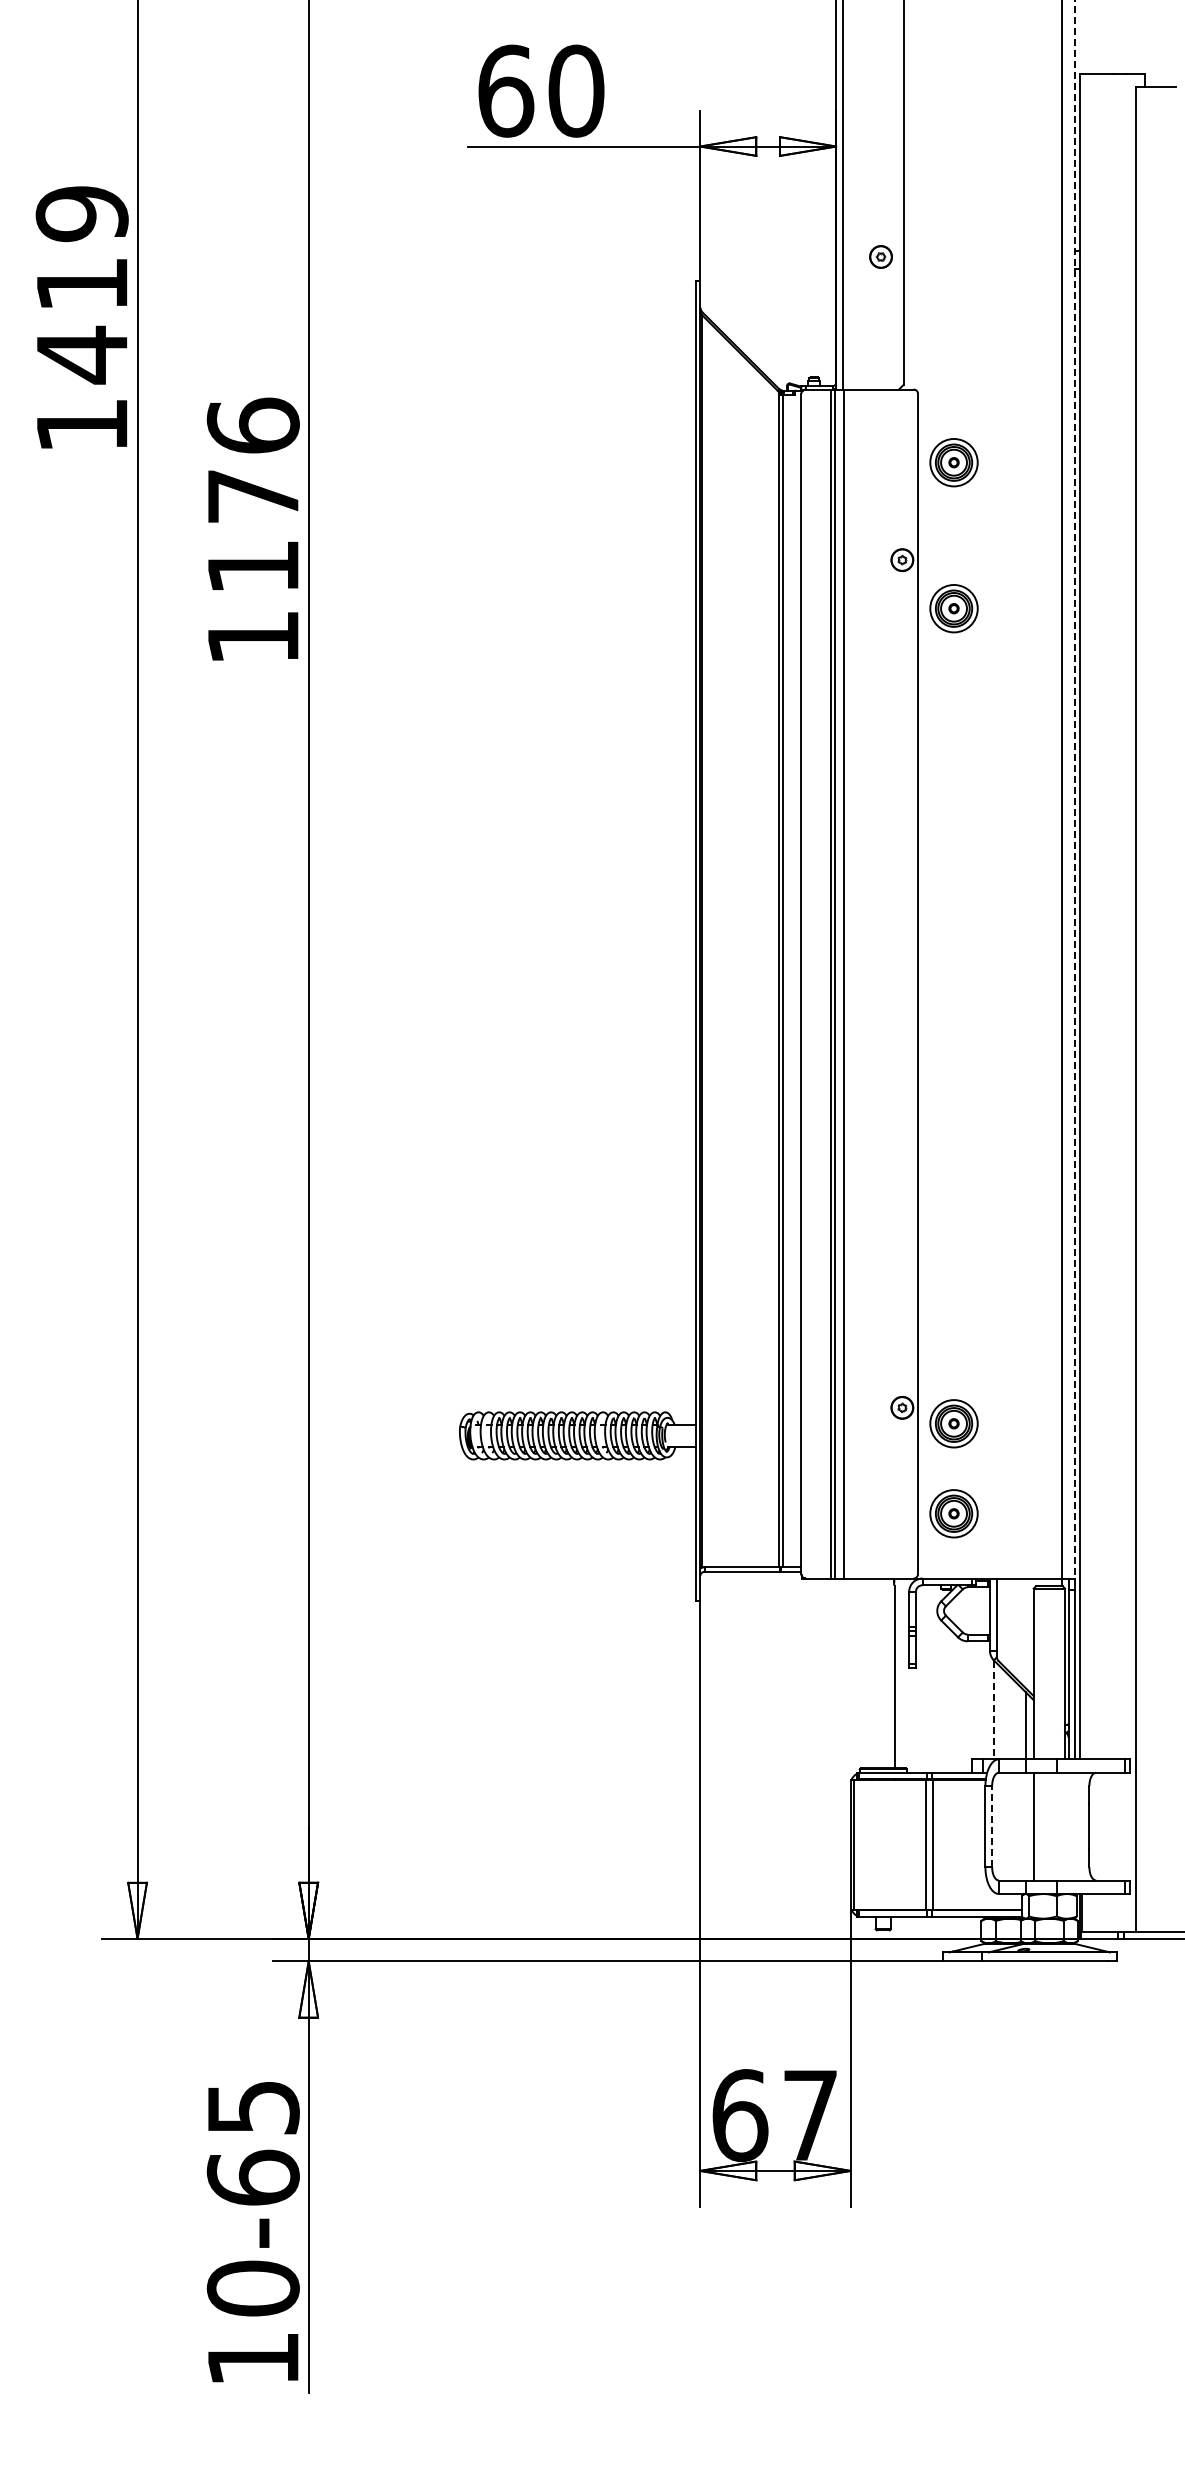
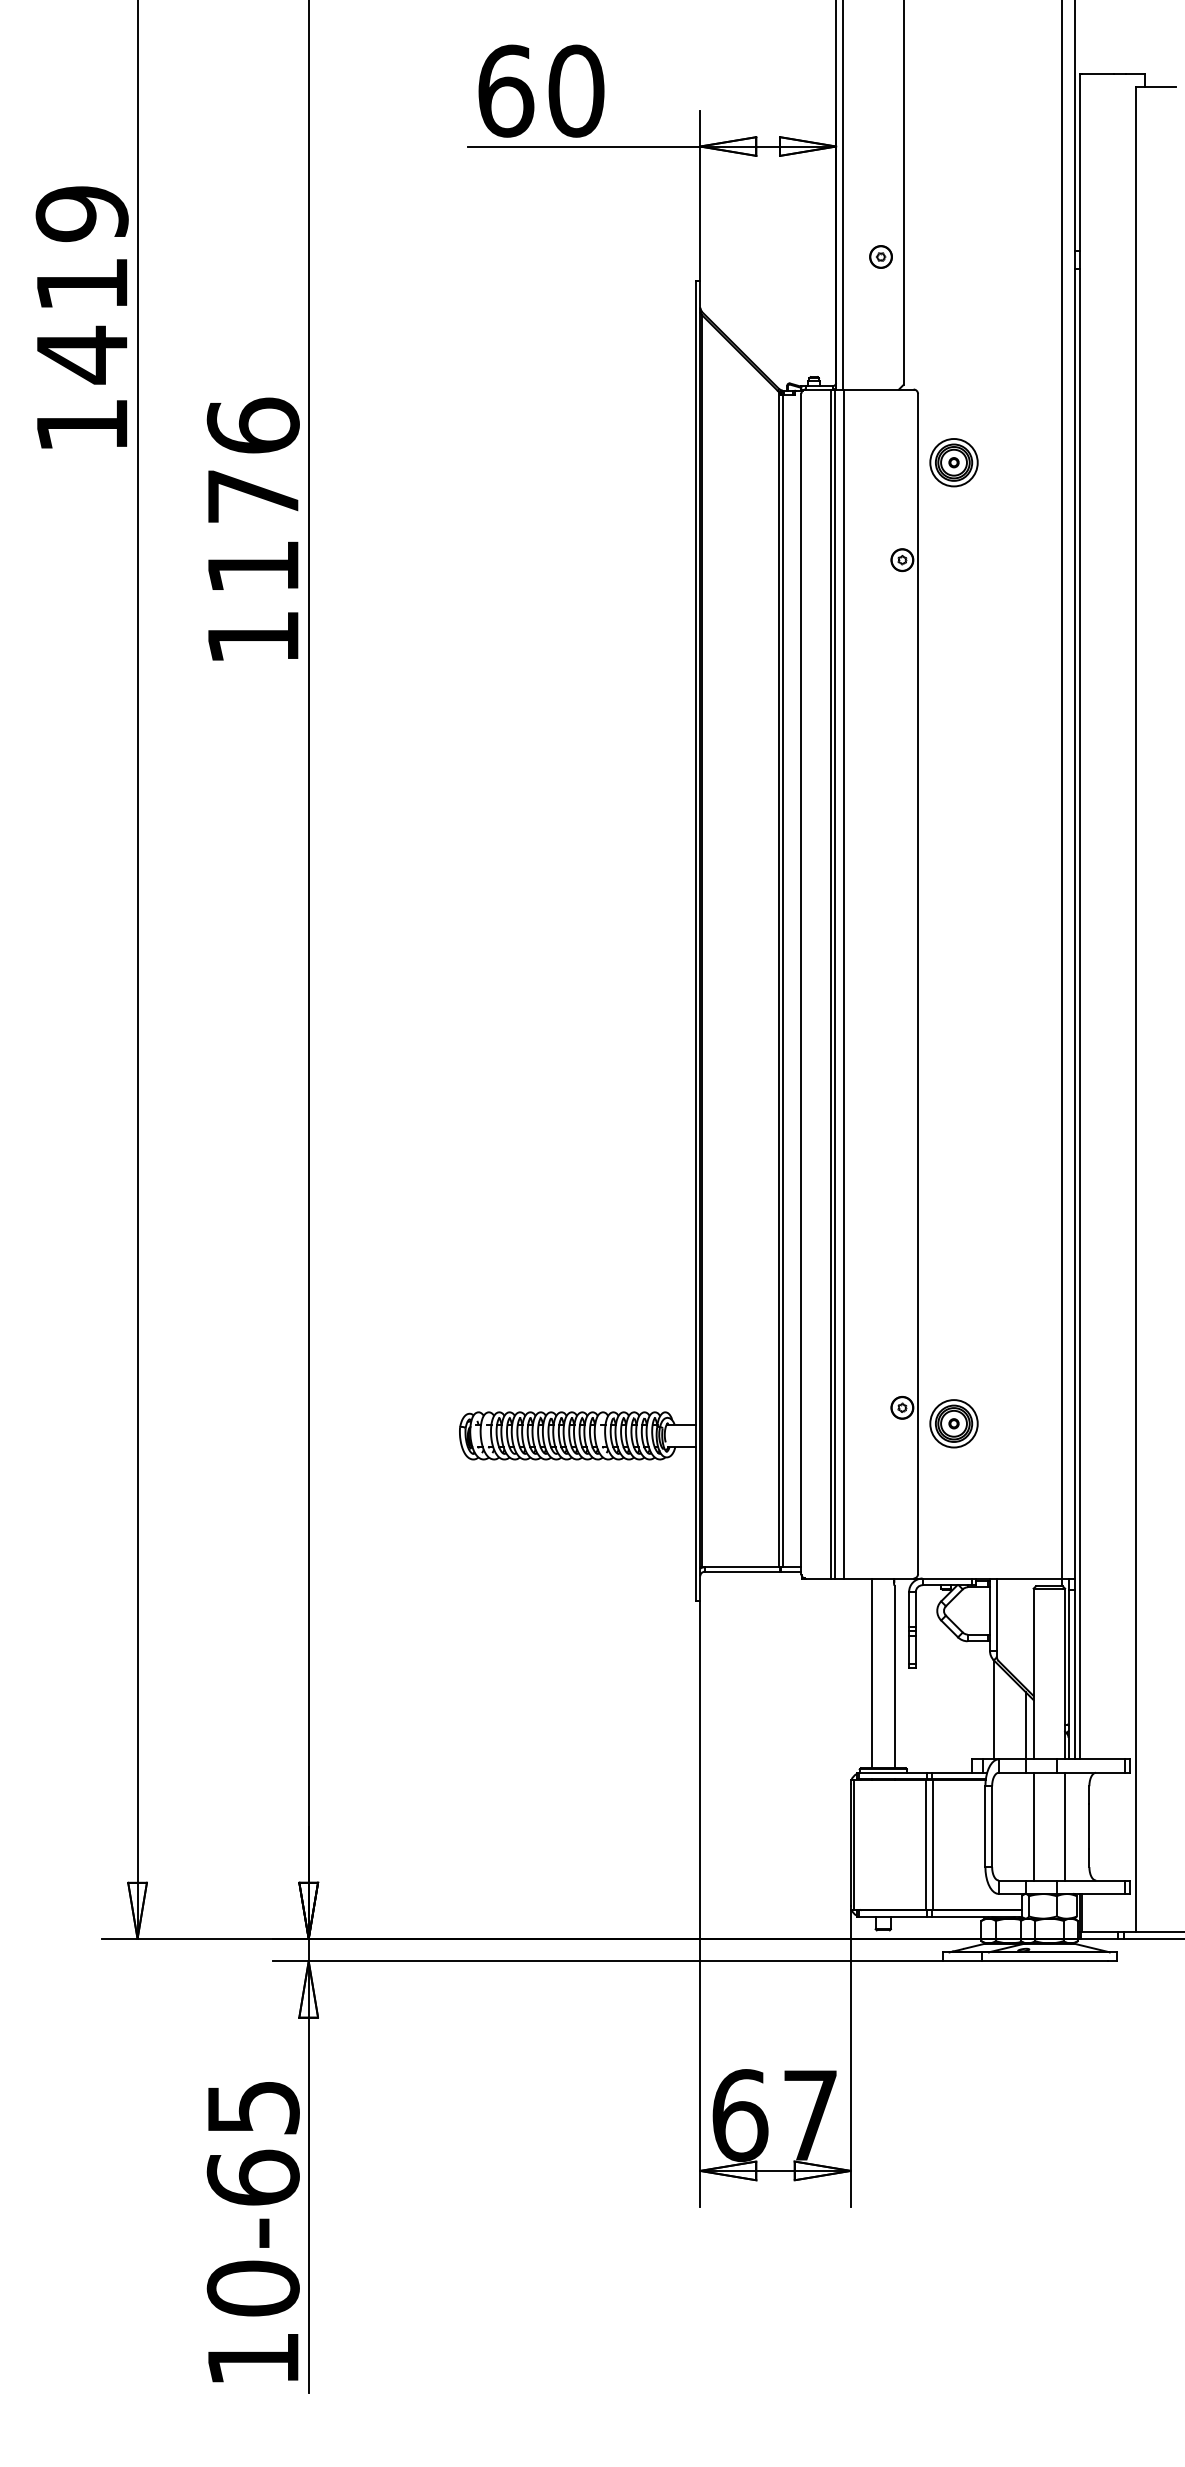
part at (953, 608): present -> none
line at (1075, 789): dashed -> solid
part at (953, 1513): present -> none
line at (872, 1673): none -> present
line at (994, 1710): dashed -> solid
line at (992, 1826): dashed -> solid
line at (1065, 1826): none -> present
